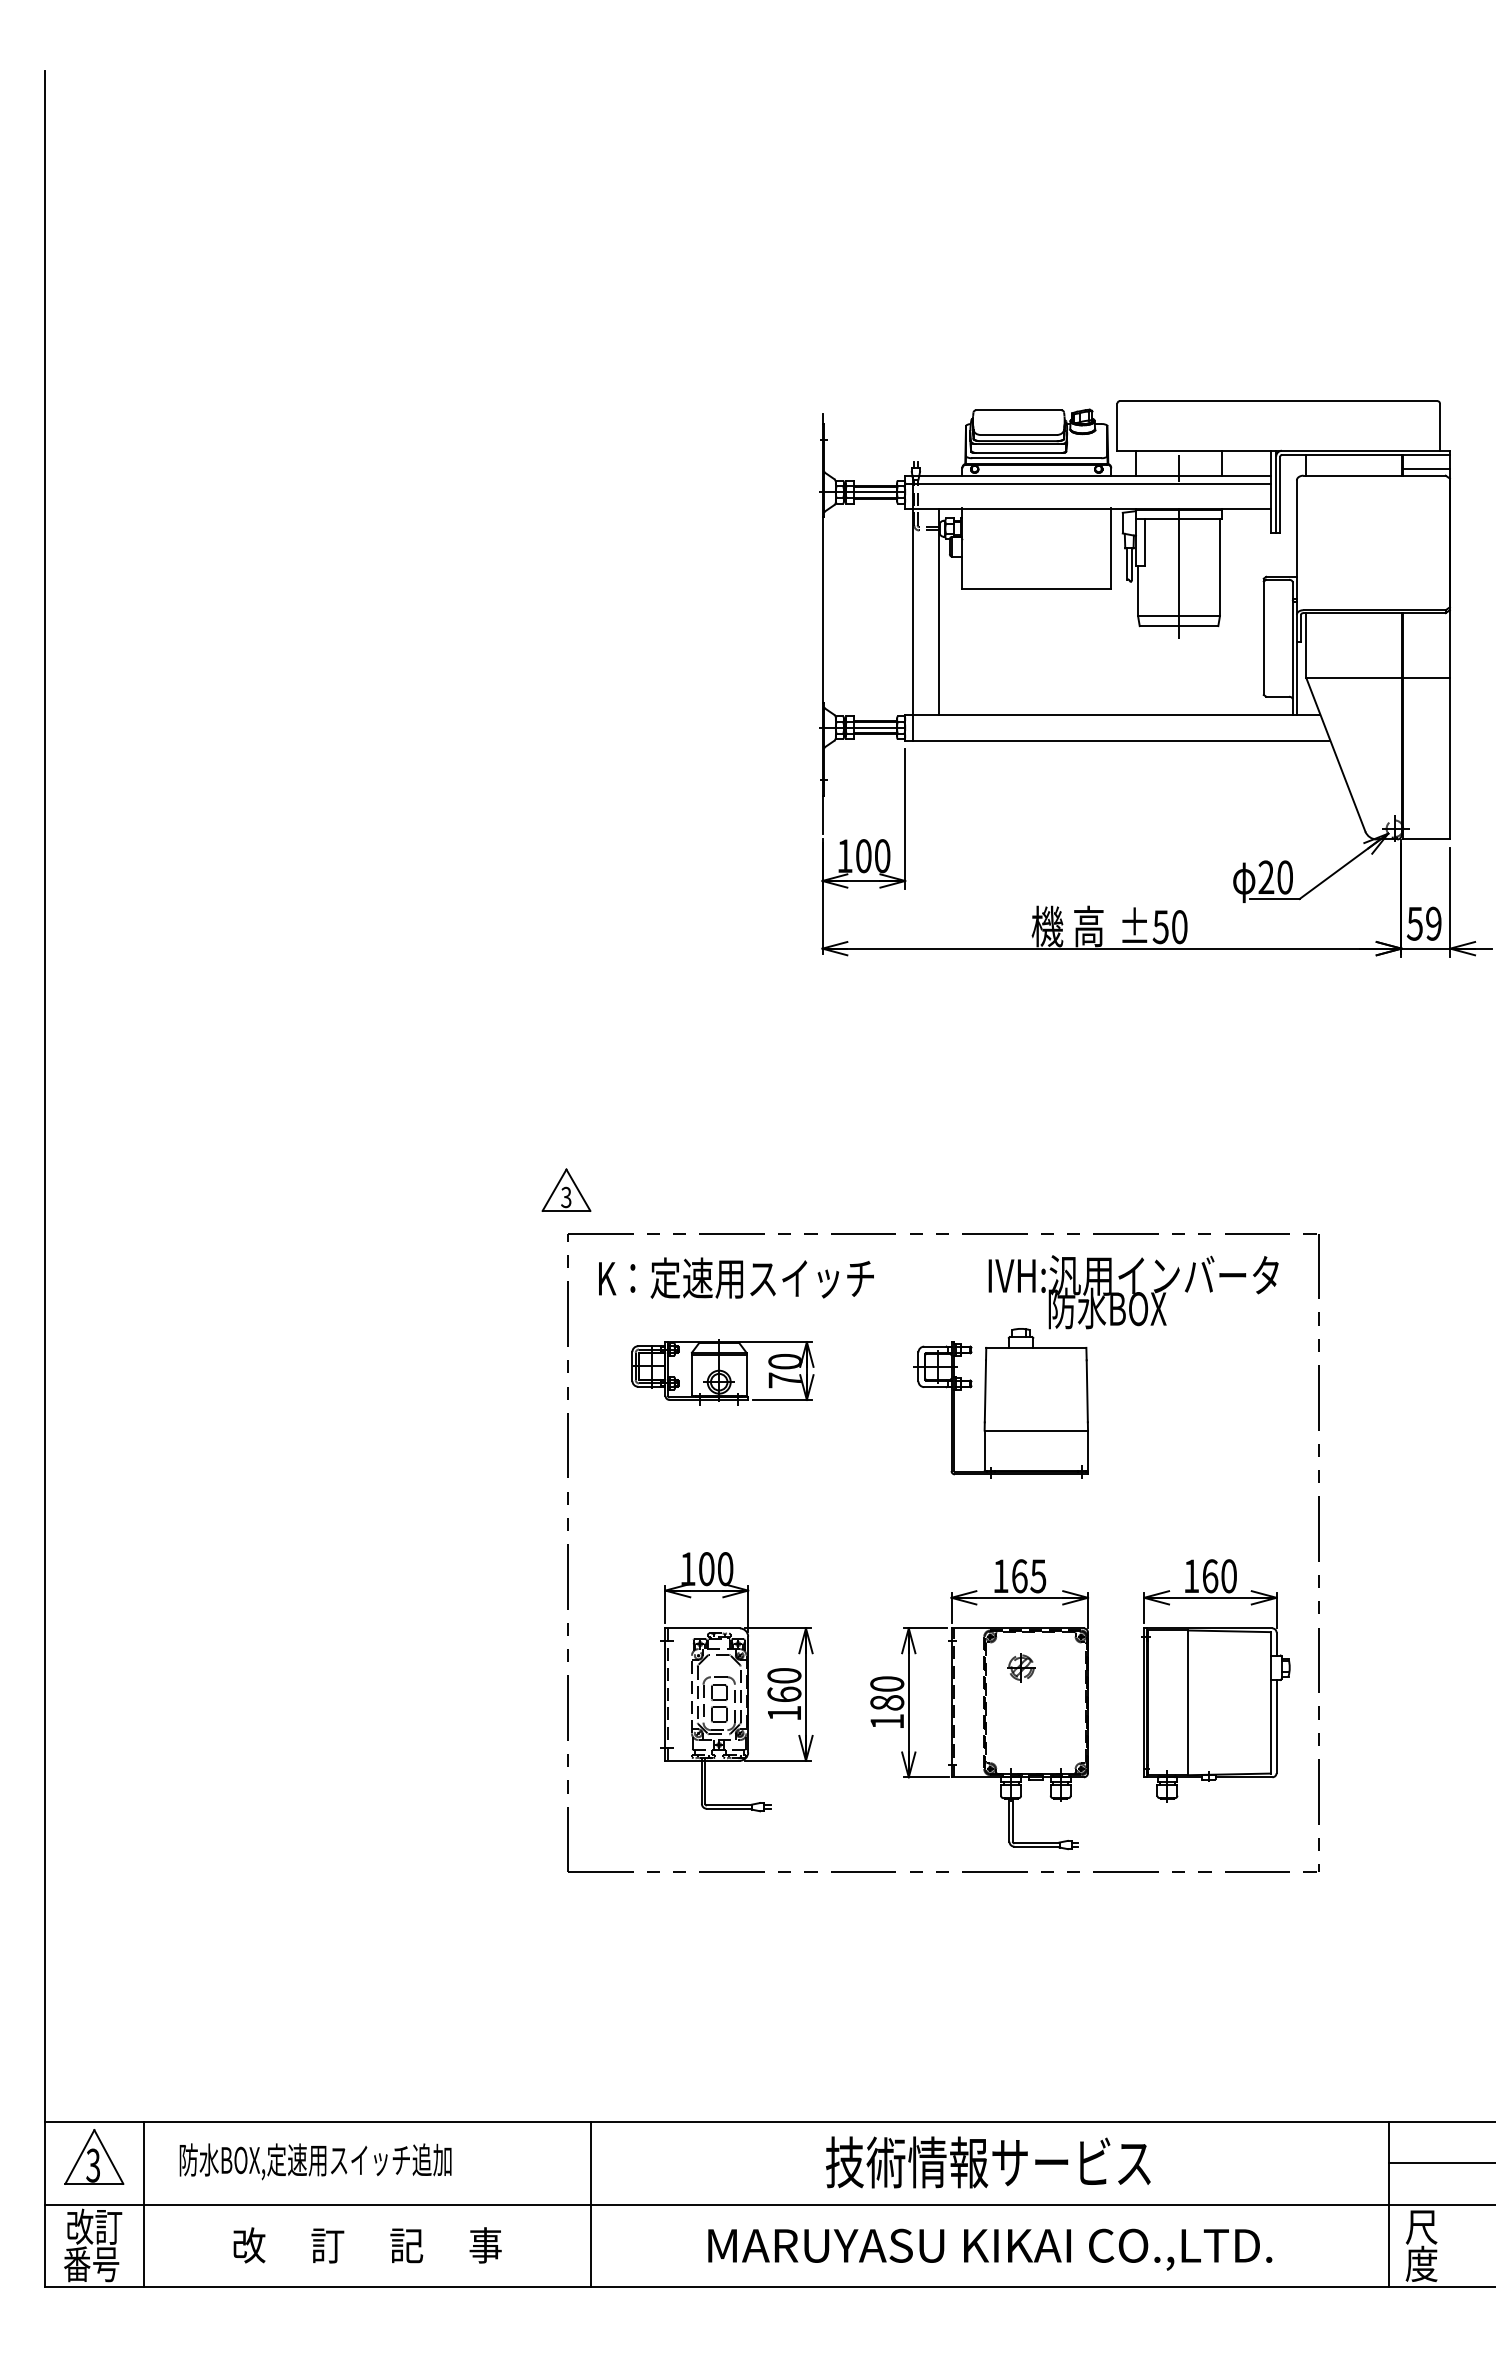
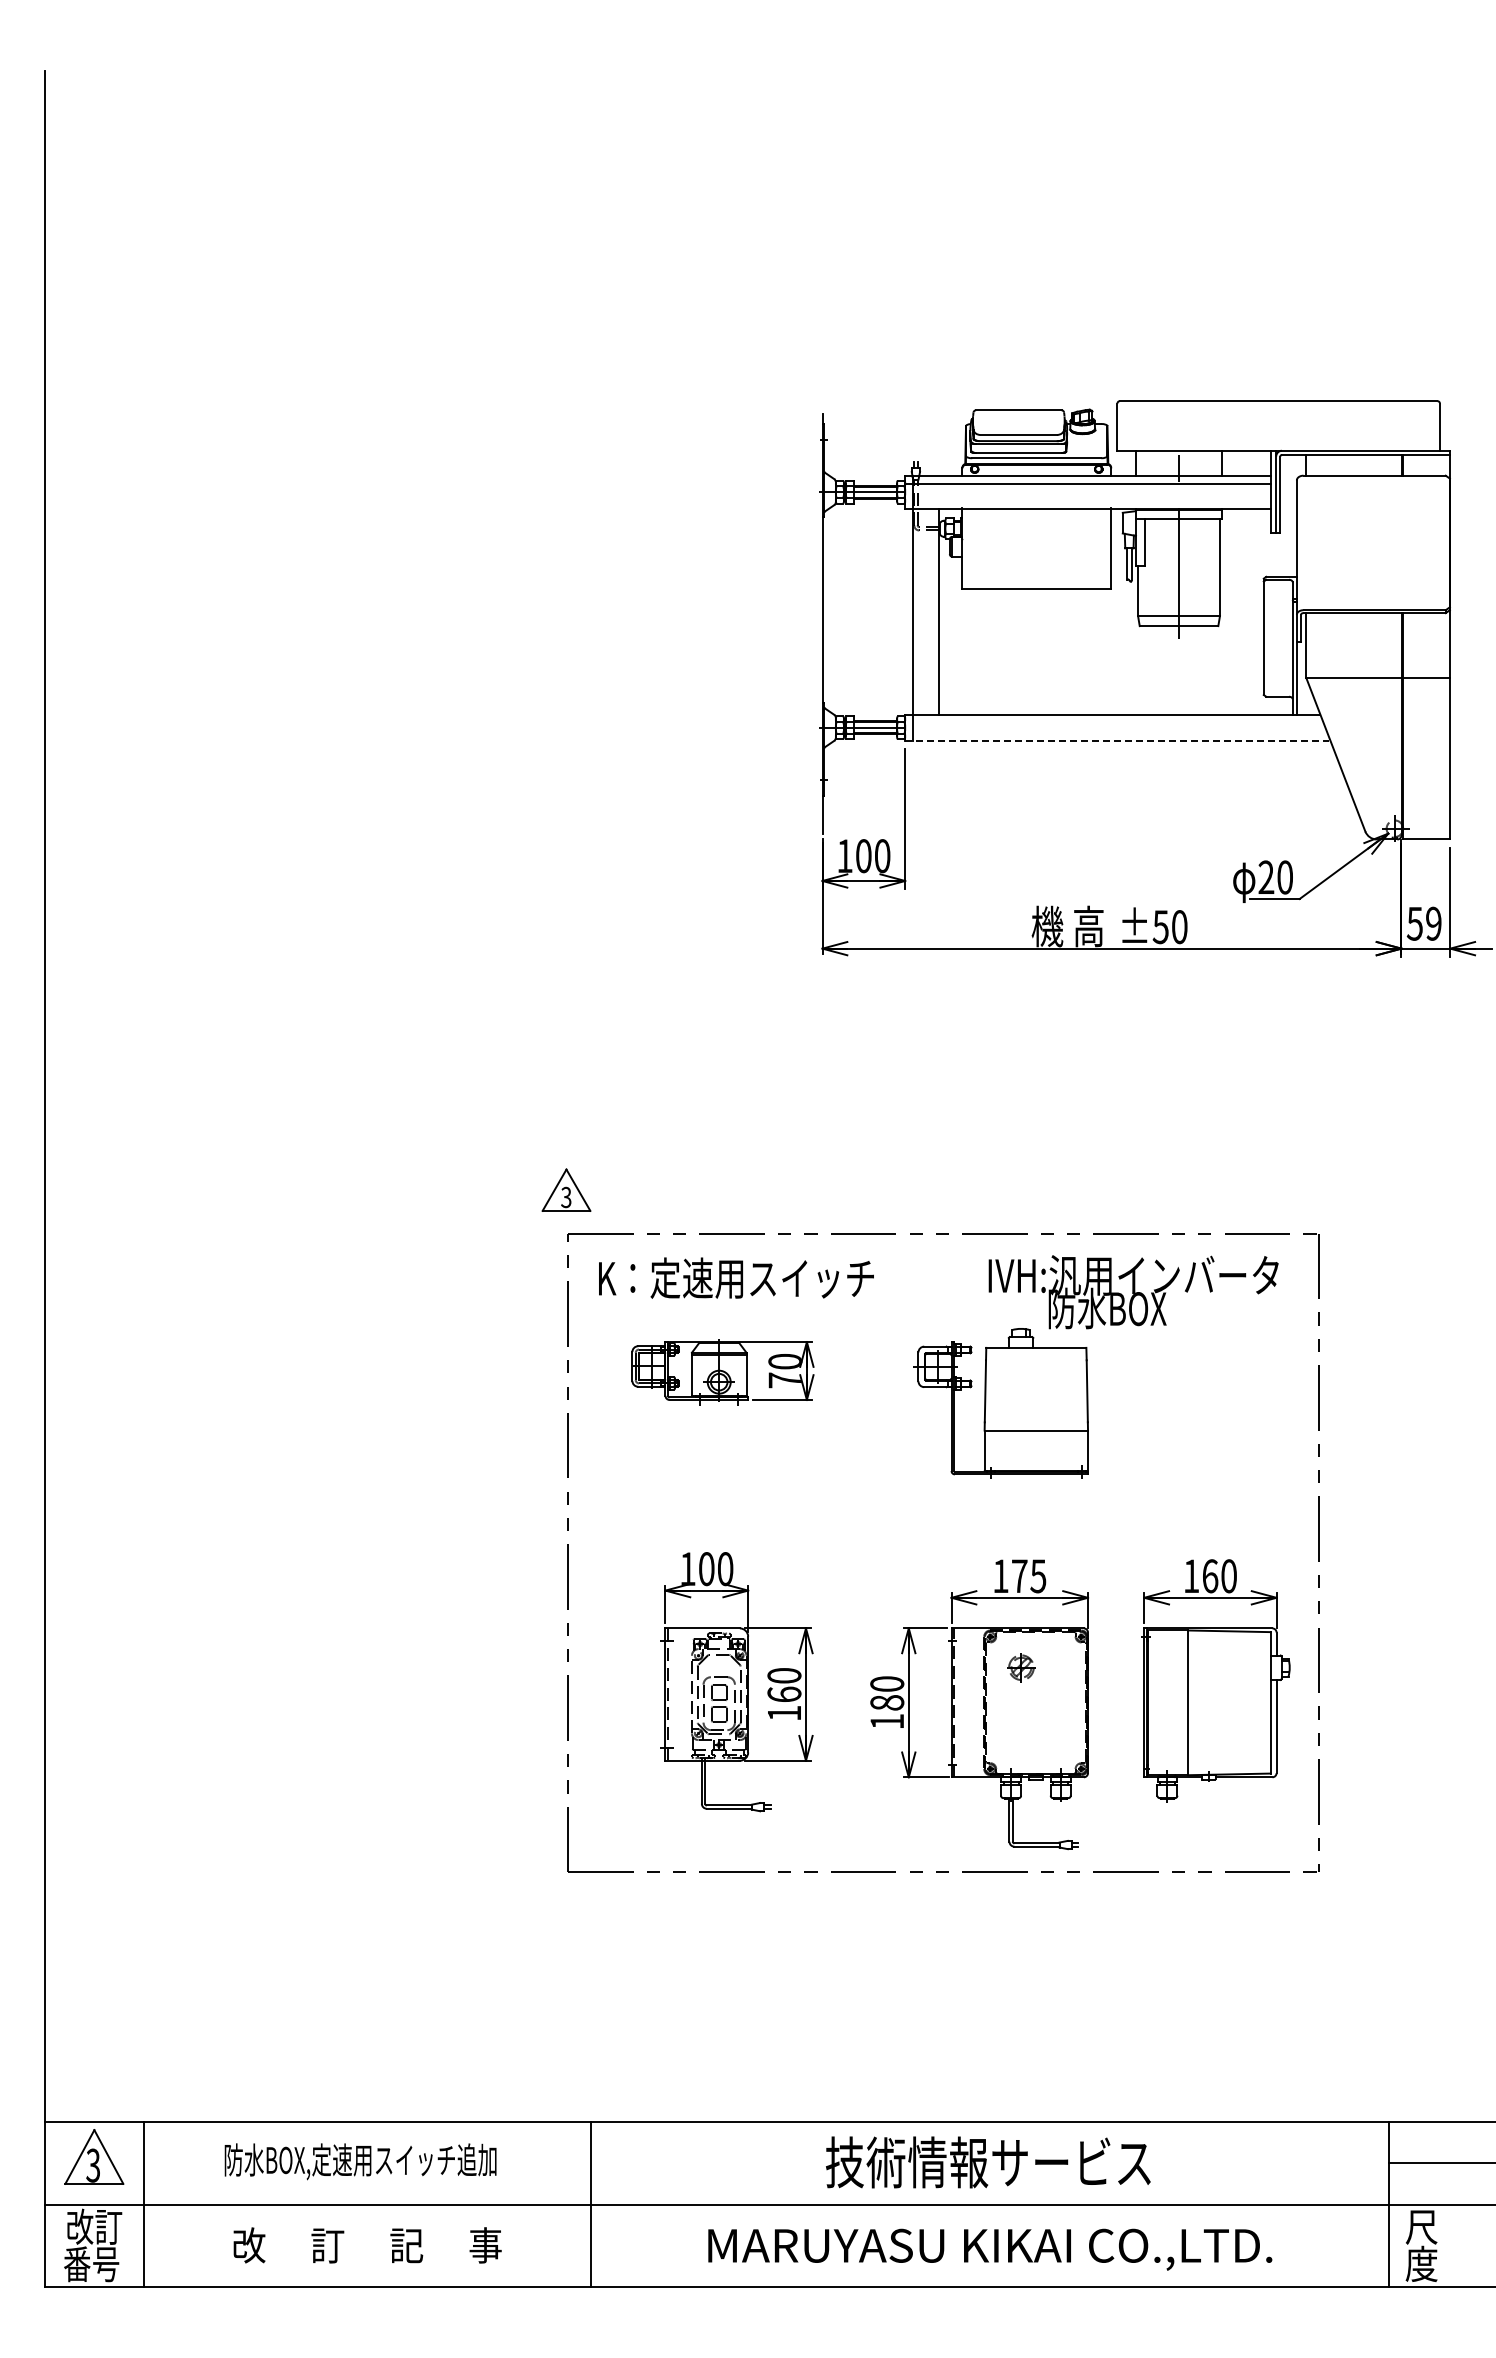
line at (1426, 468): present -> none
line at (1117, 741): solid -> dashed
text at (1019, 1576): 165 -> 175
text at (315, 2161) position: (315, 2161) -> (360, 2161)
